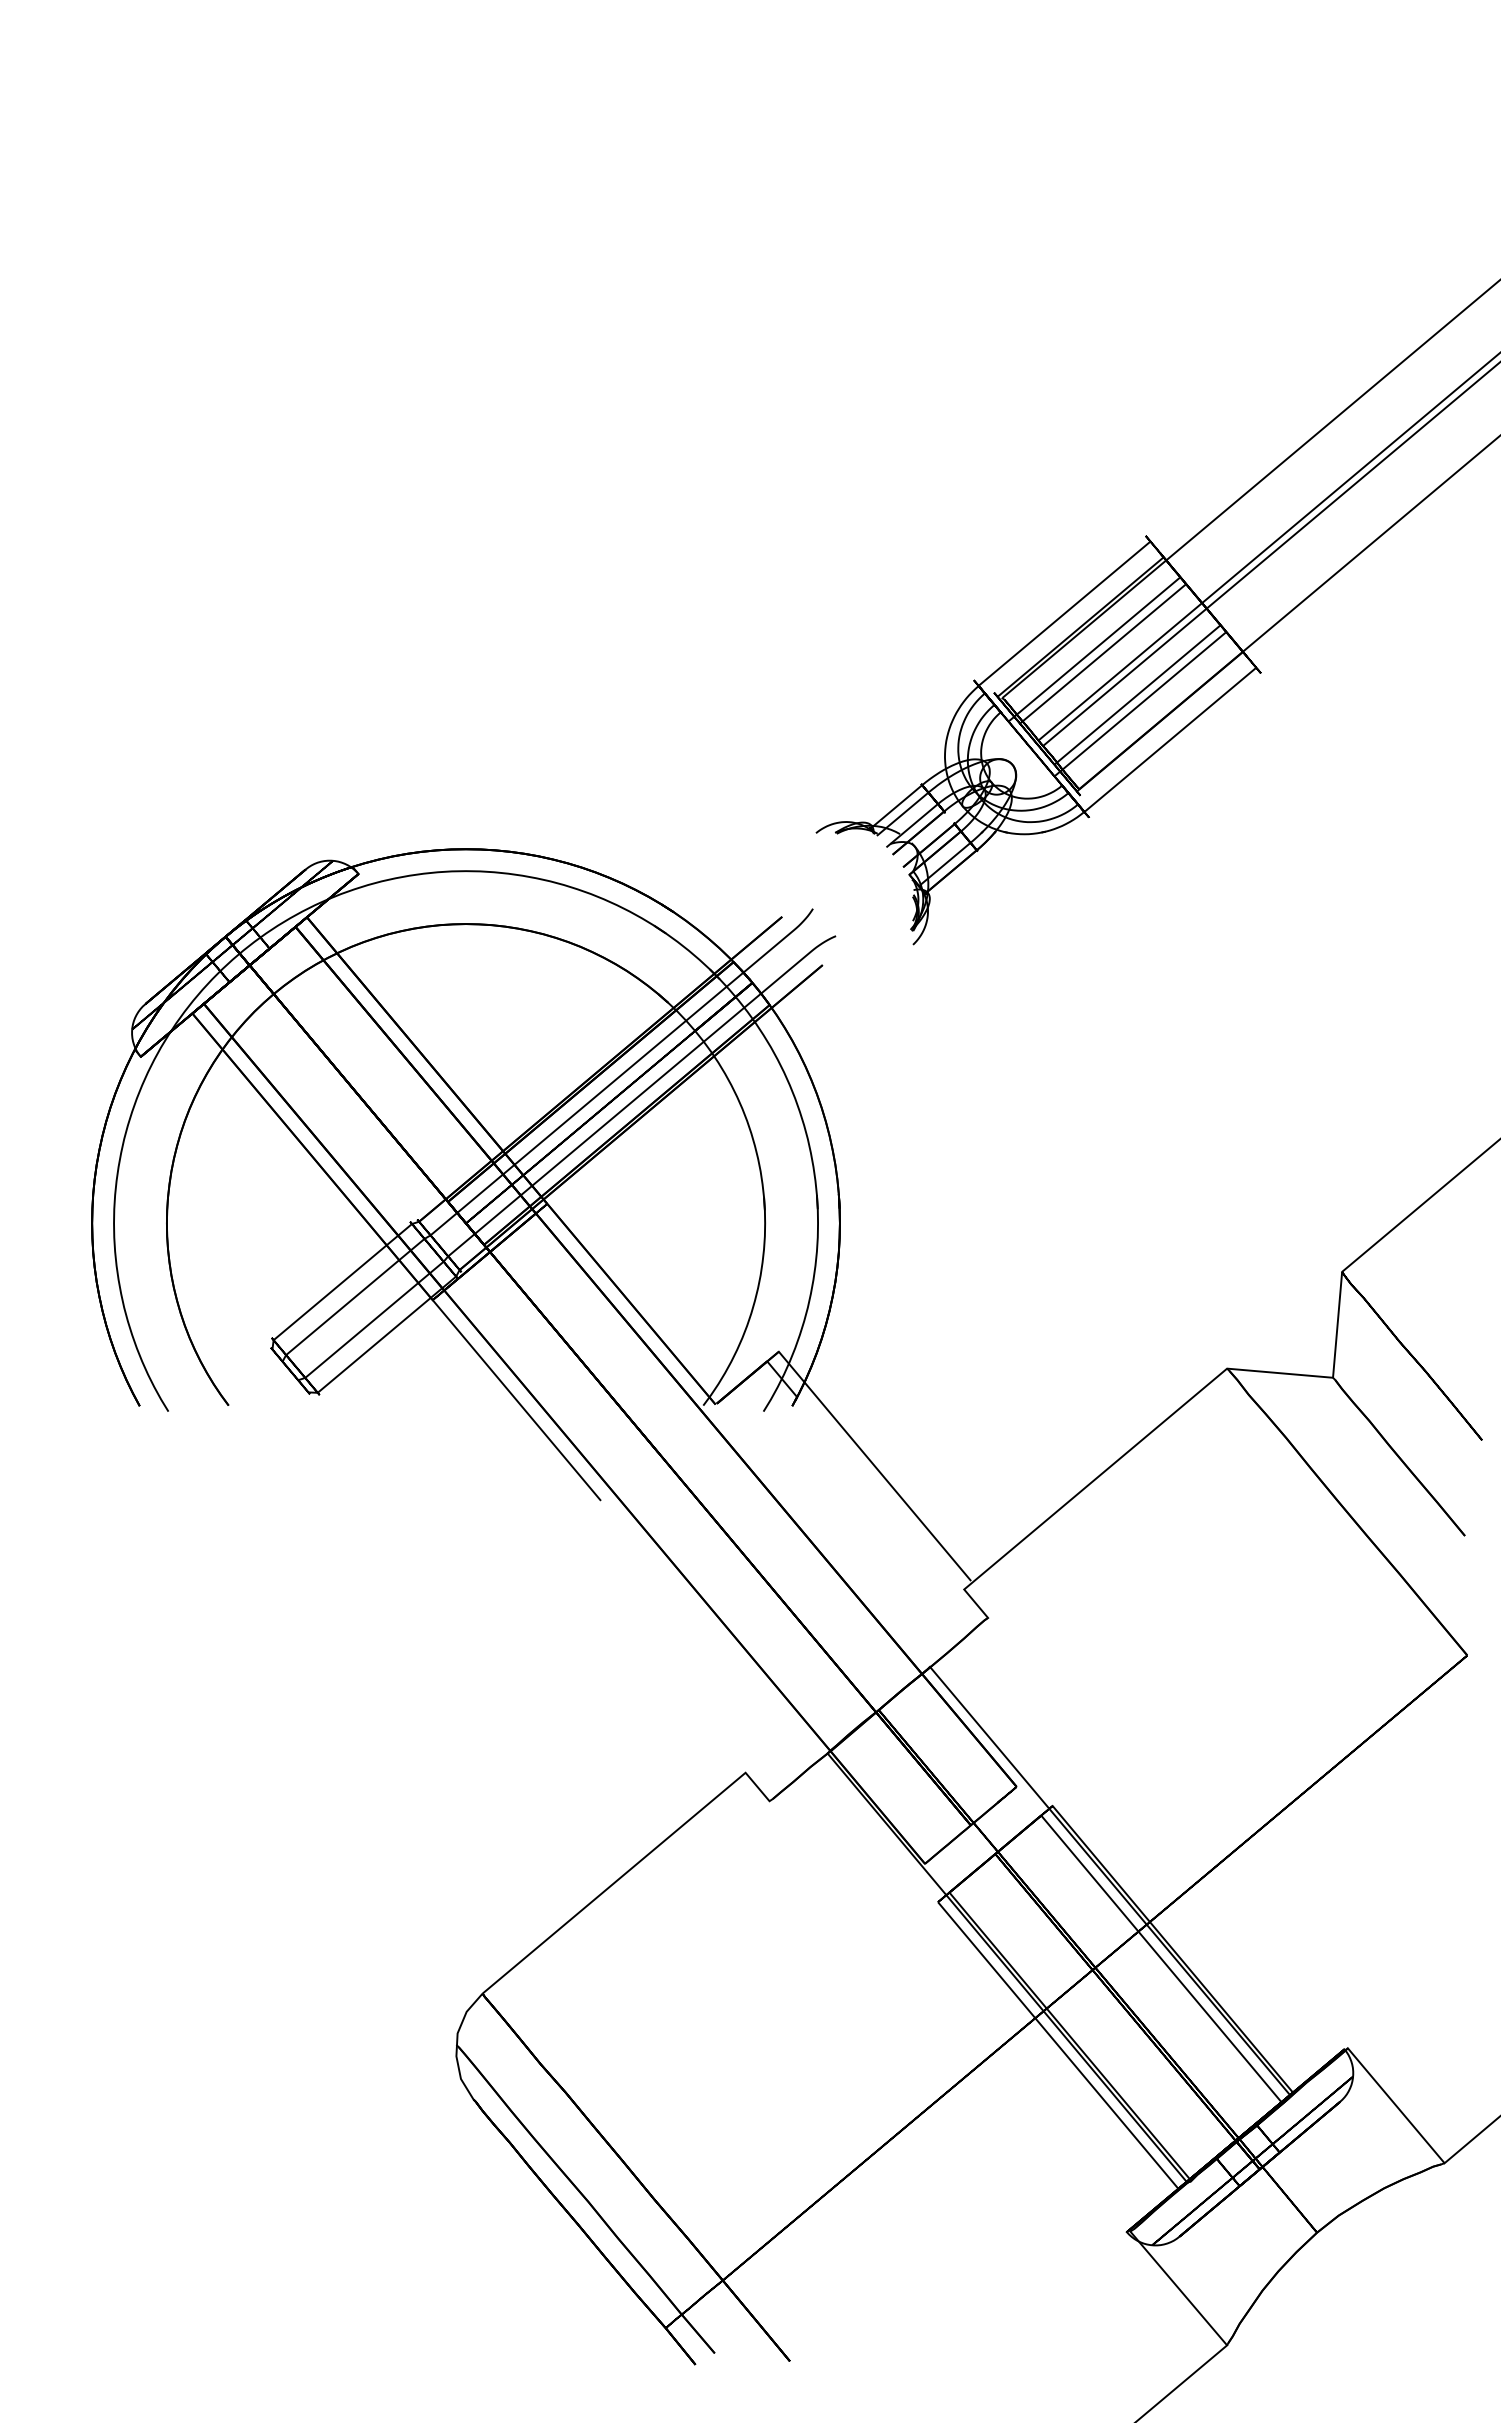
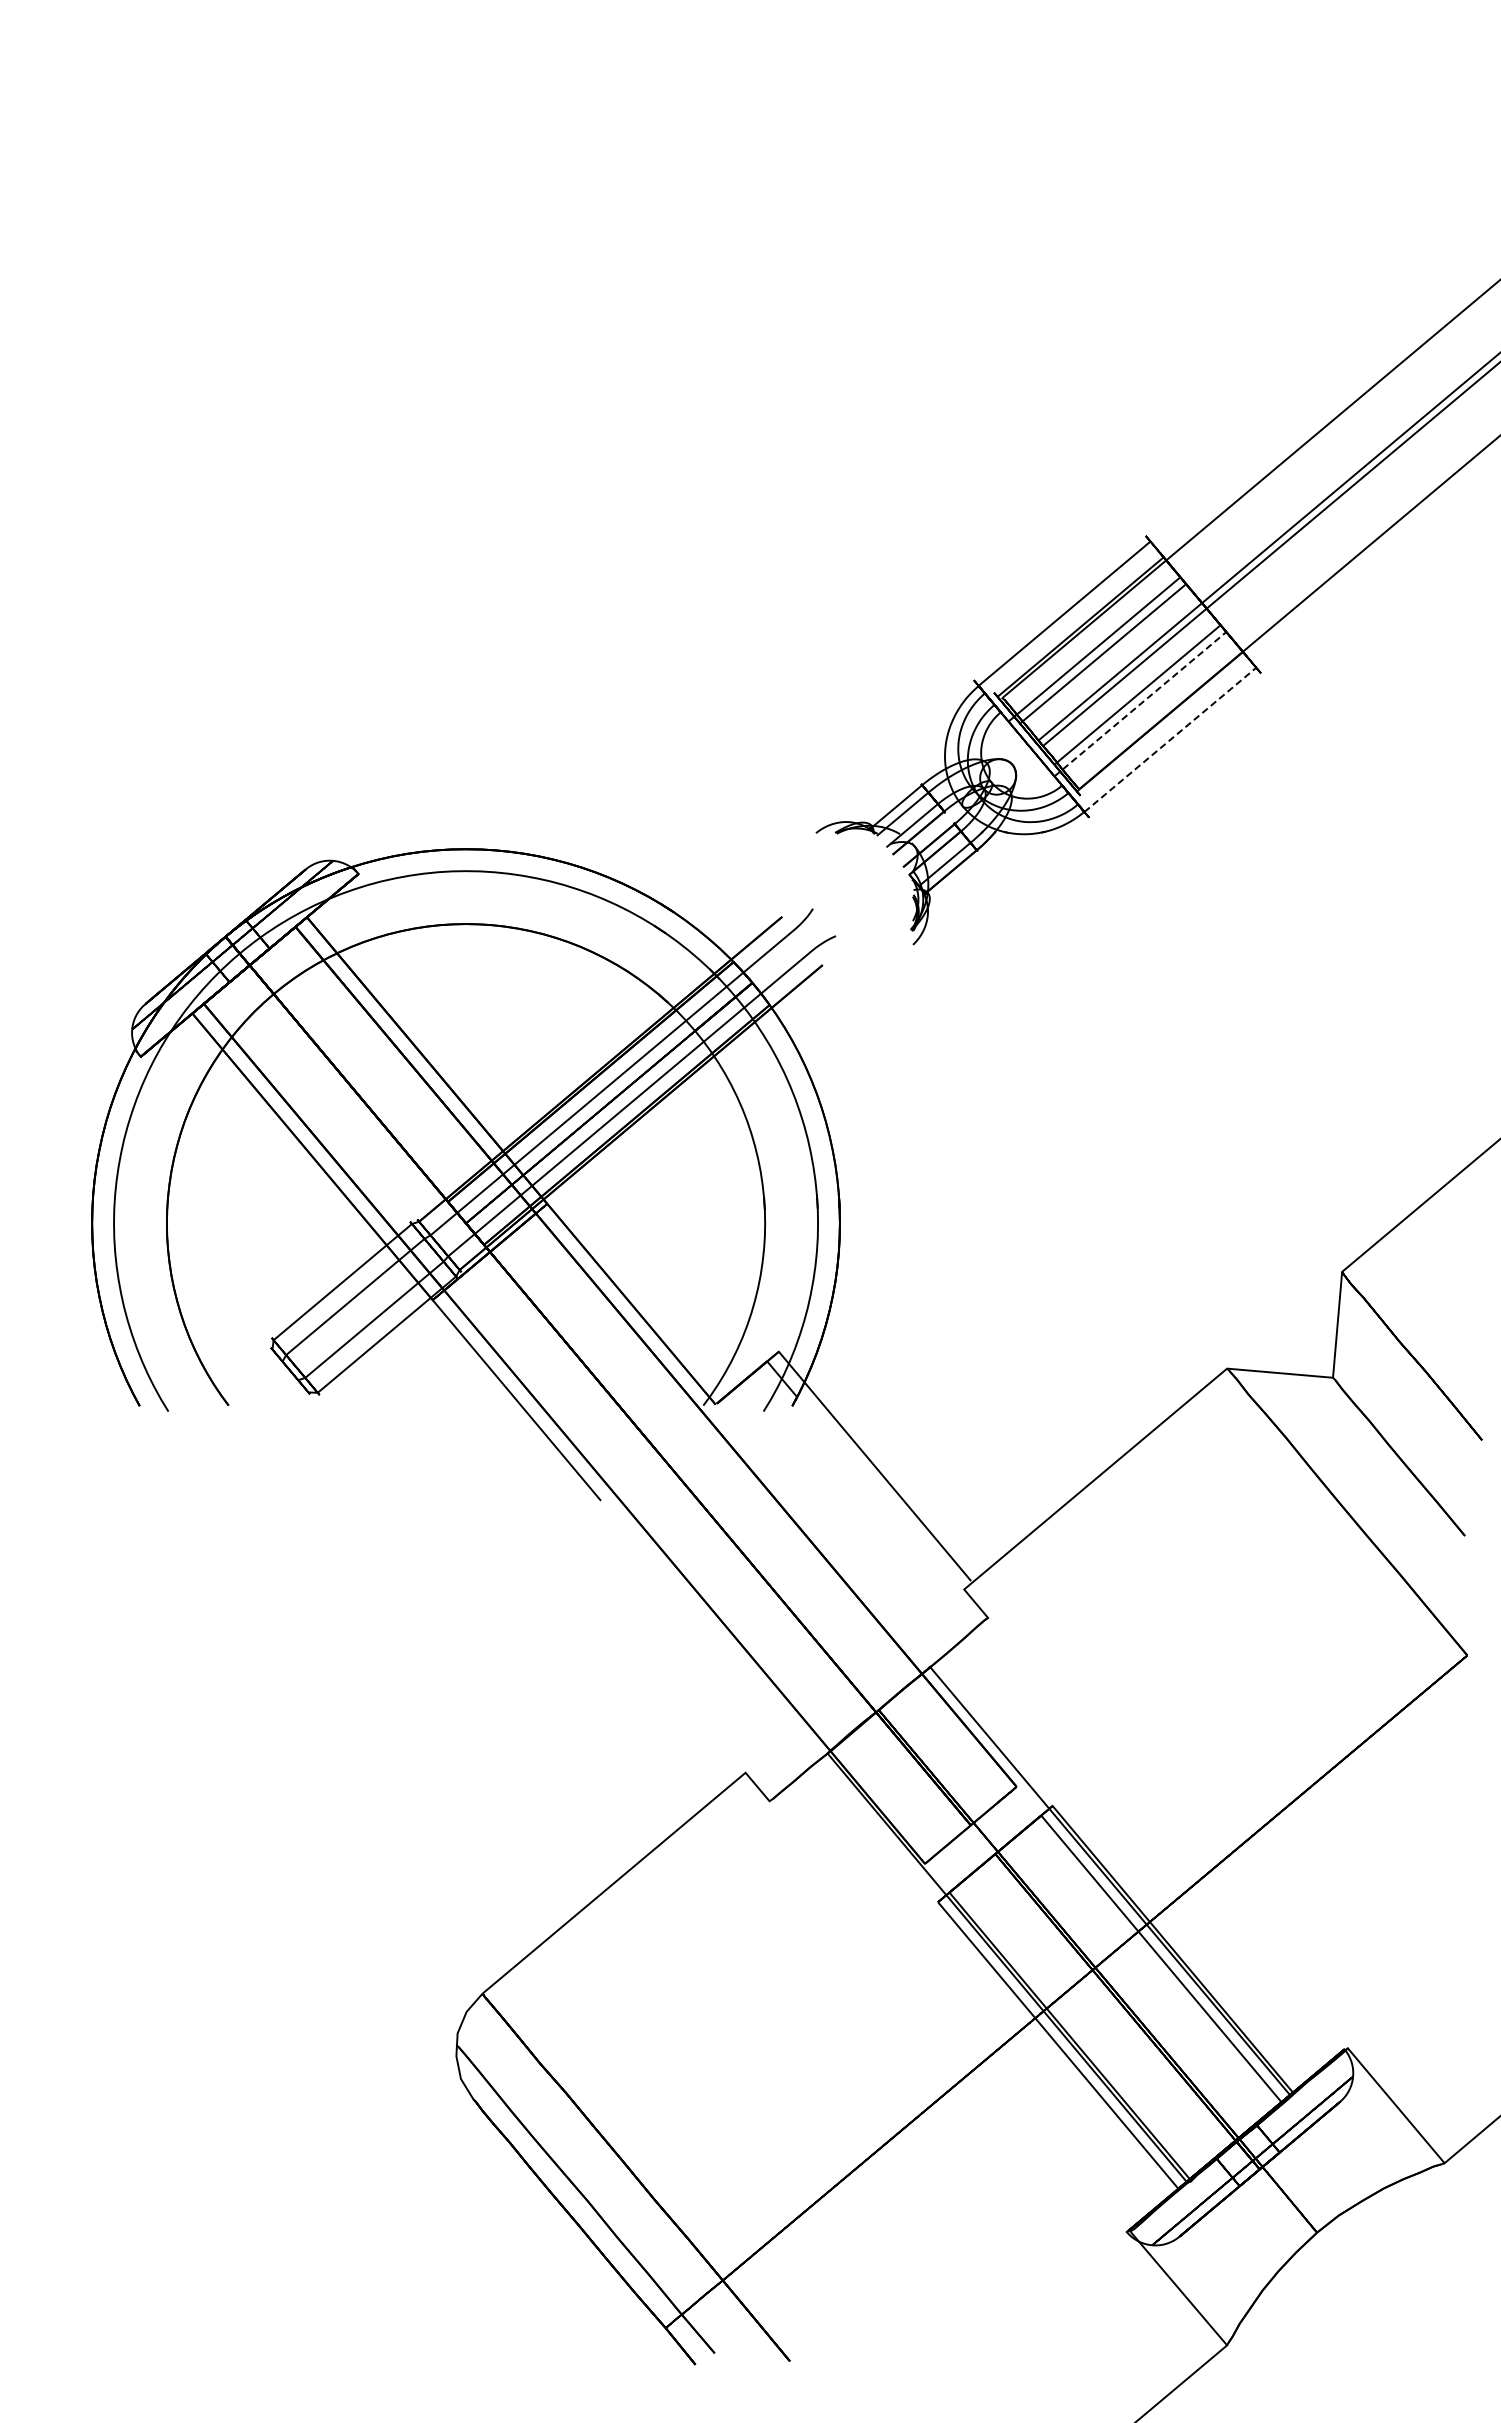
line at (1140, 703): solid -> dashed
line at (1170, 739): solid -> dashed
